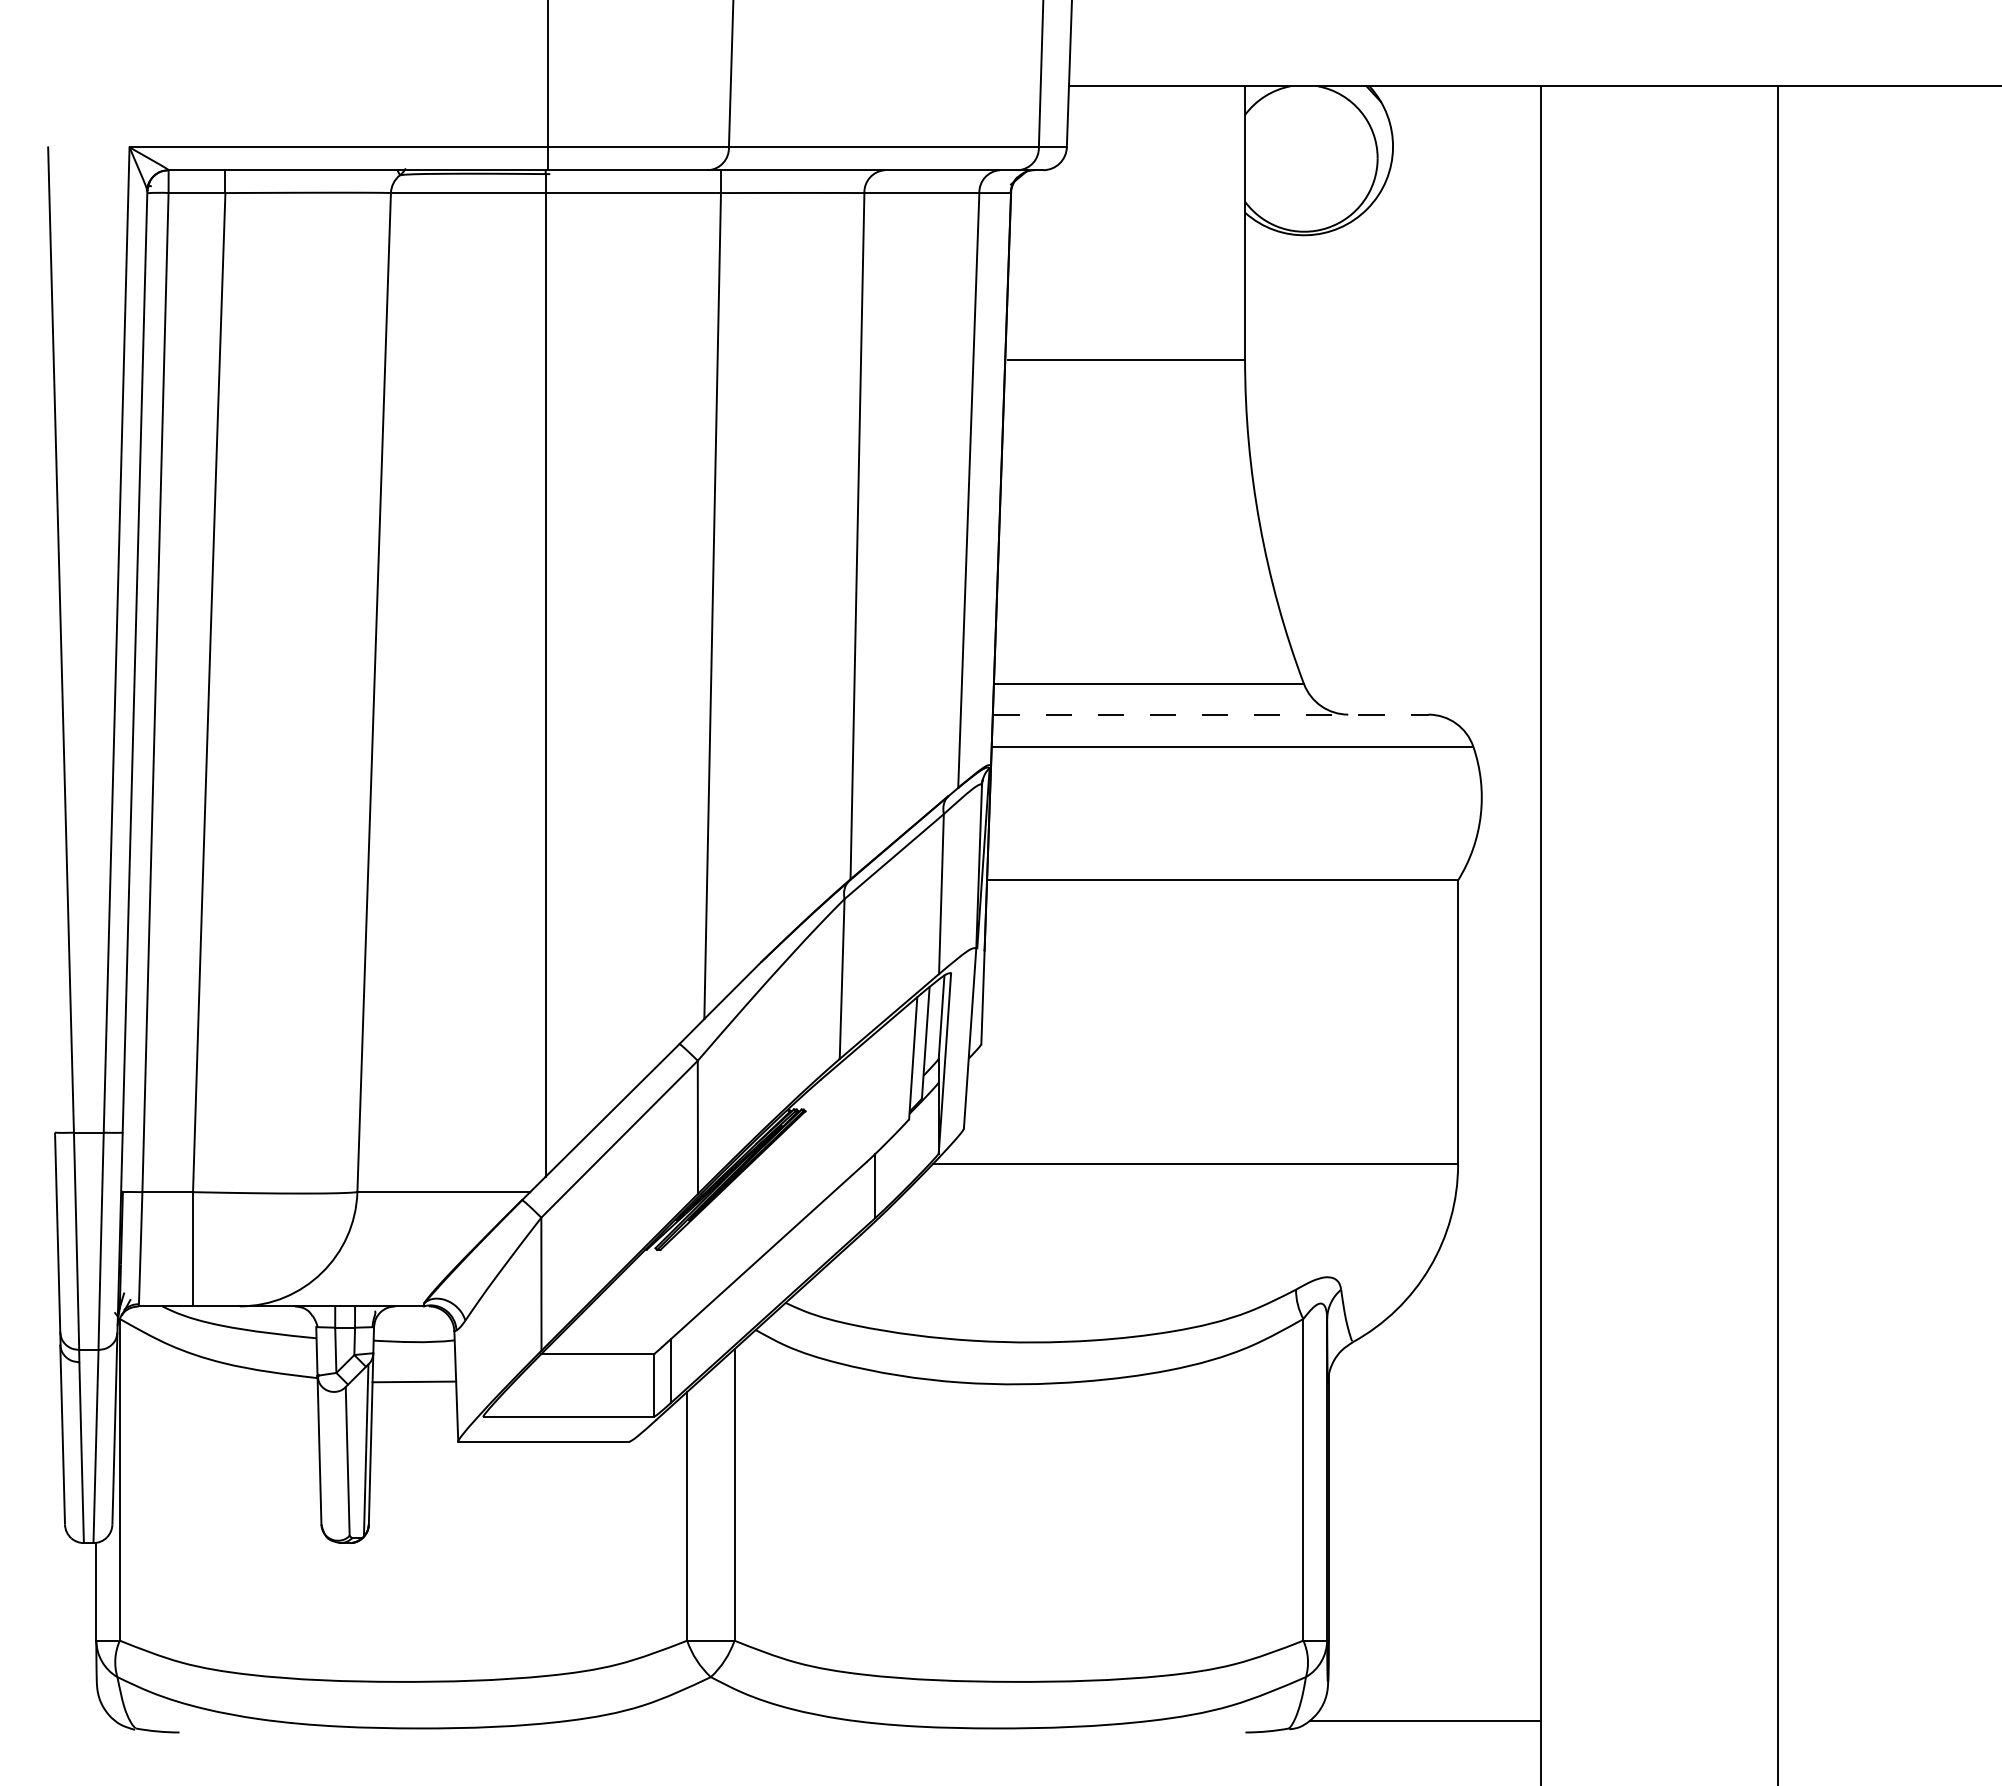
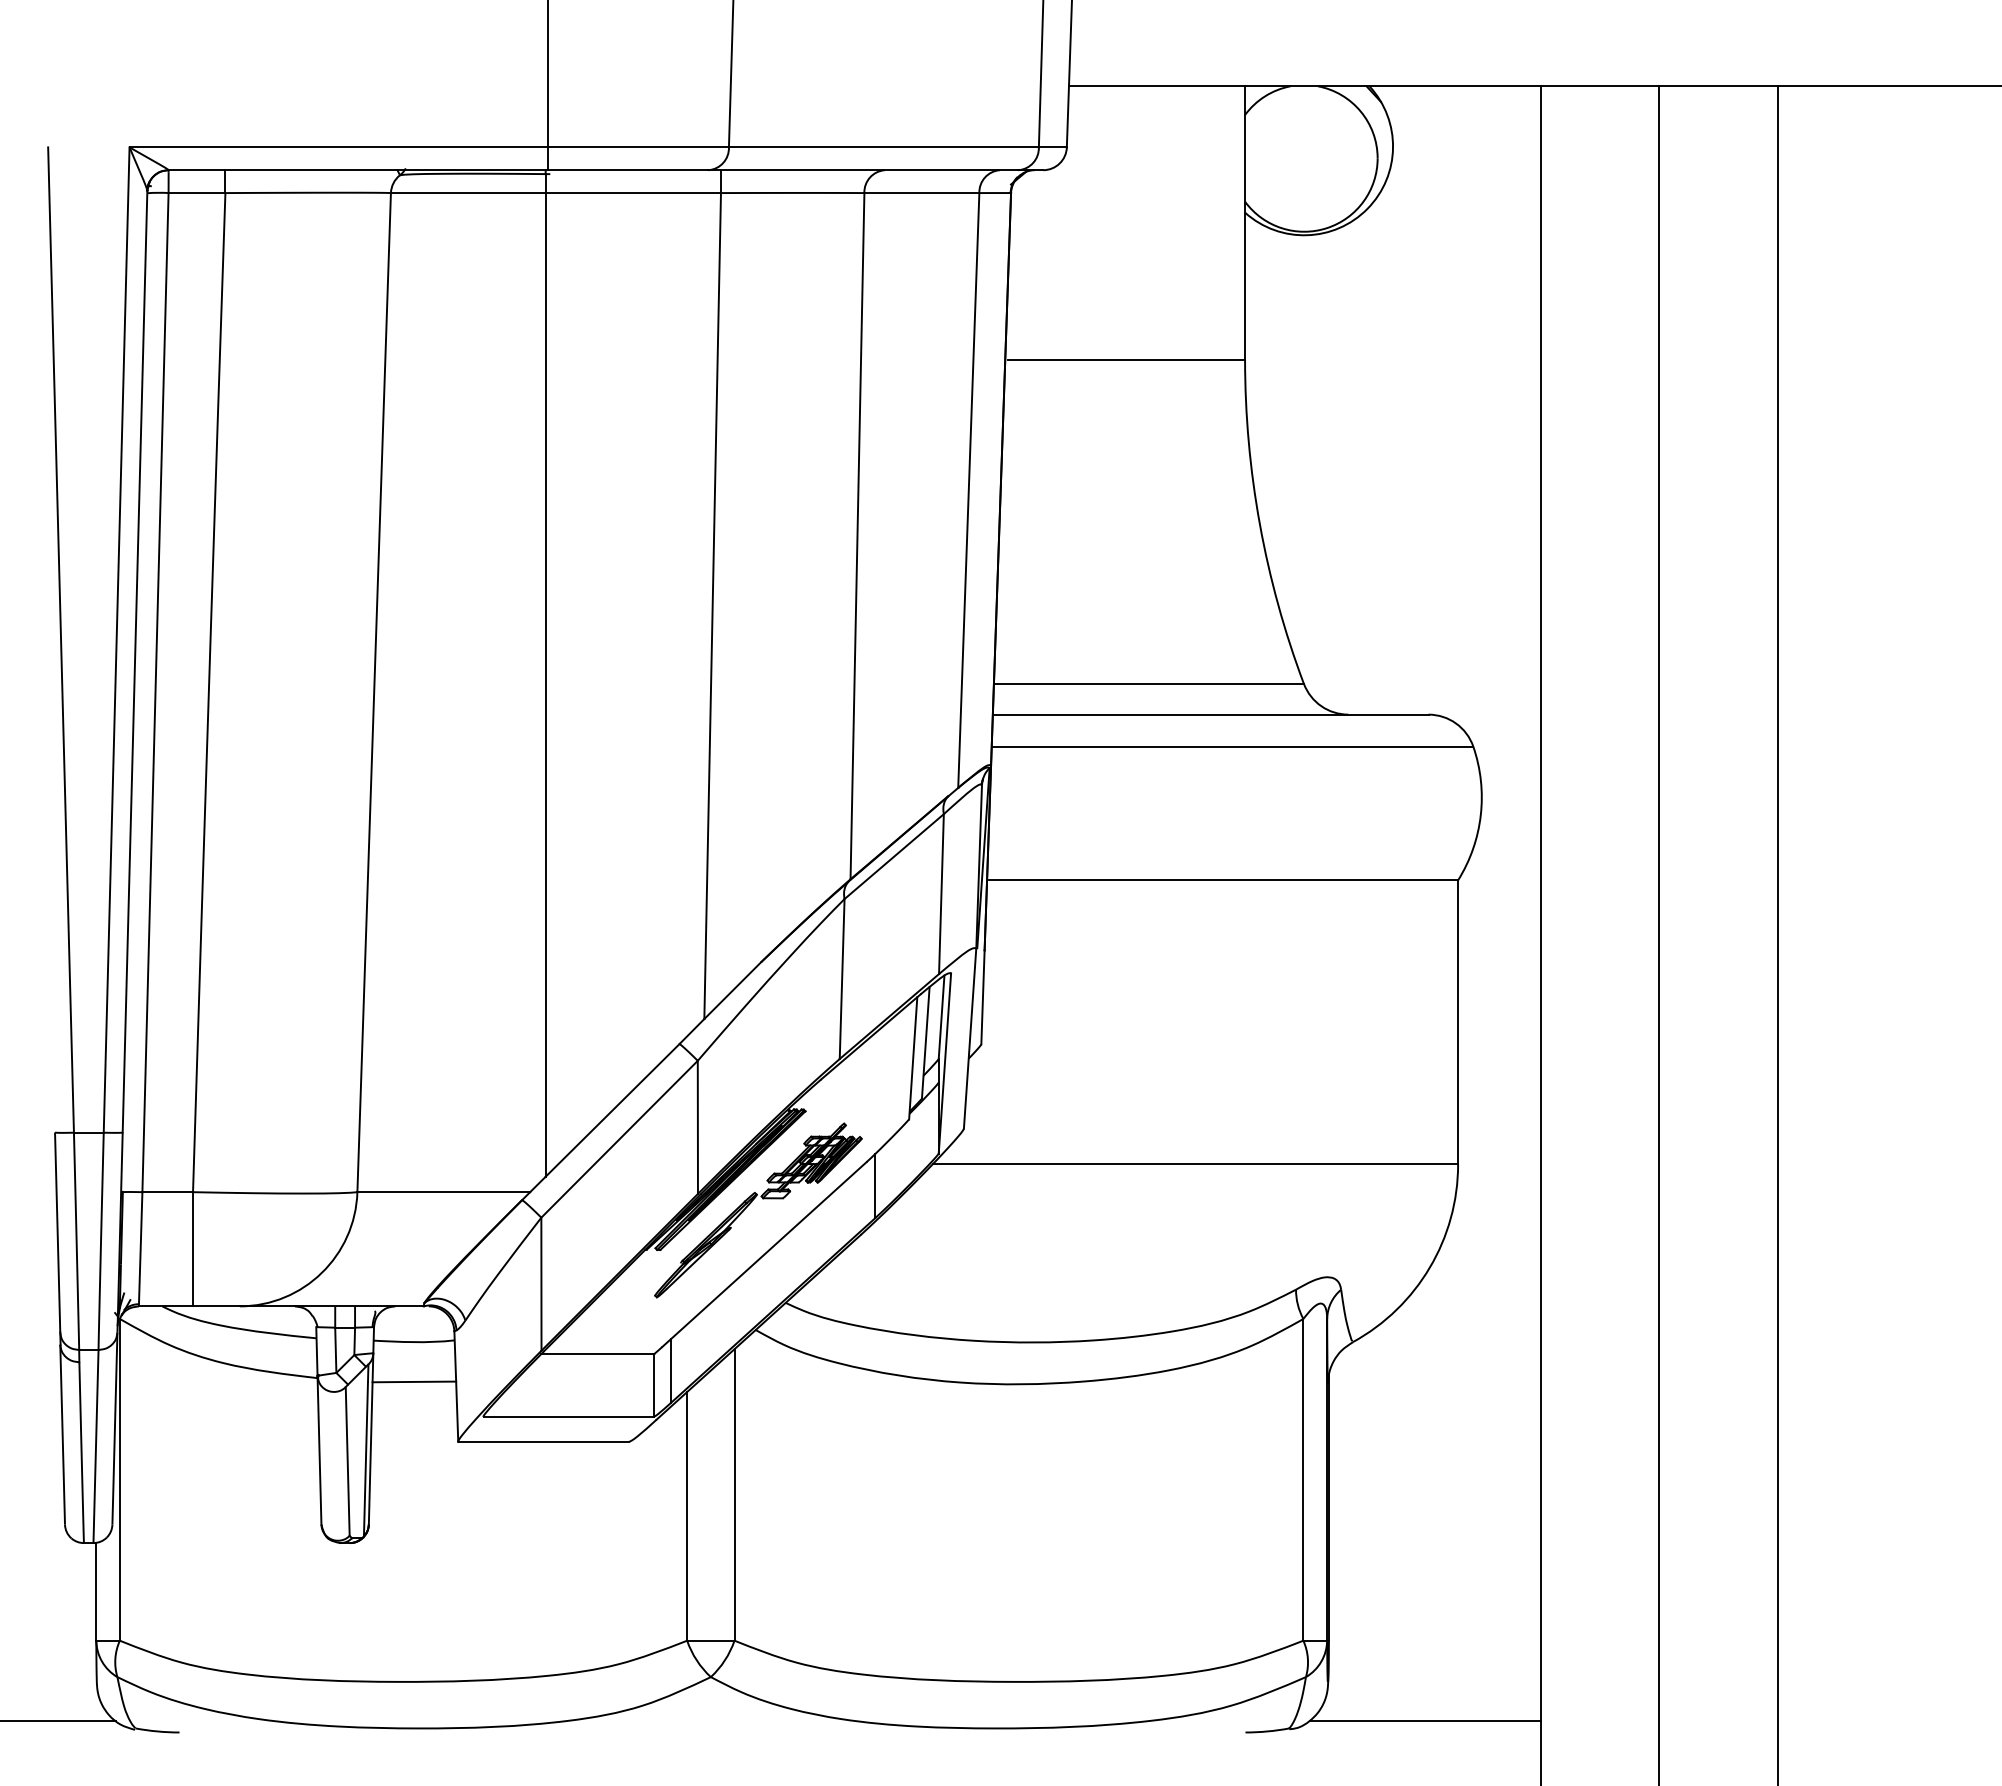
line at (1211, 714): dashed -> solid
line at (1659, 934): none -> present
part at (751, 1203): none -> present
line at (58, 1720): none -> present
